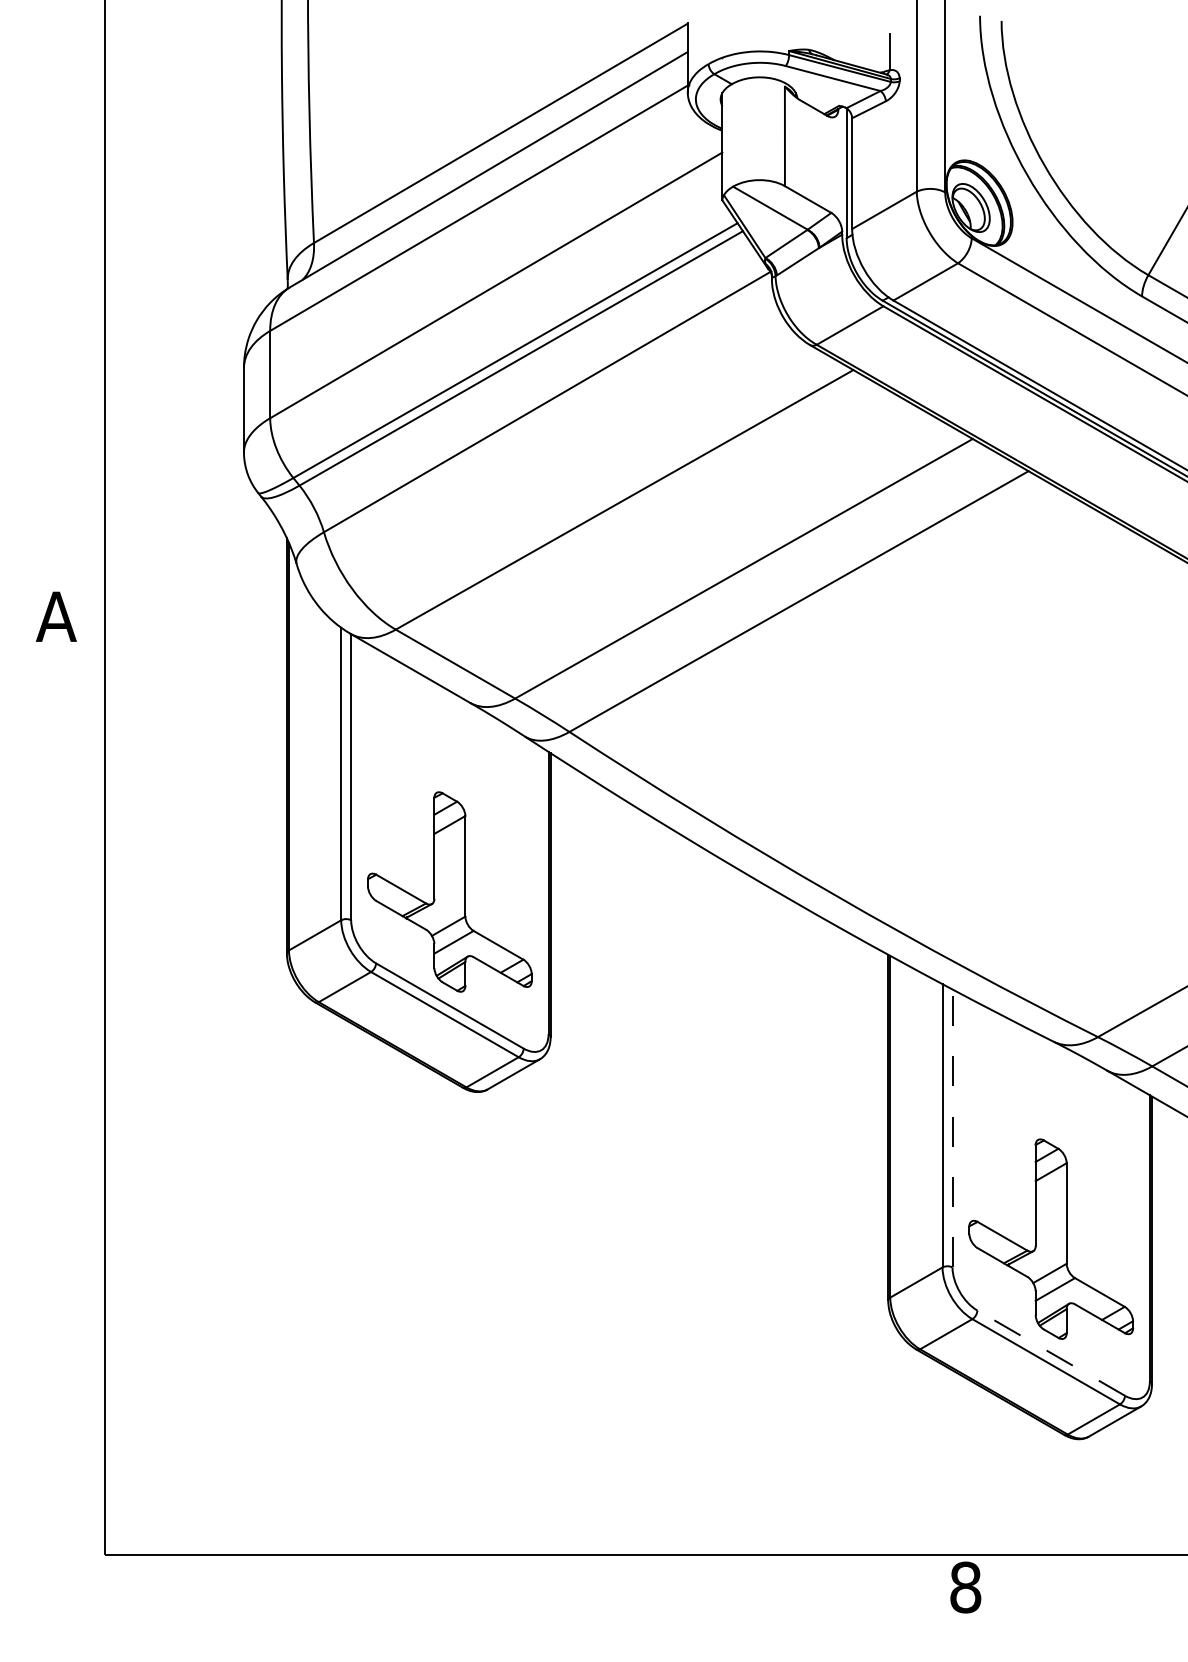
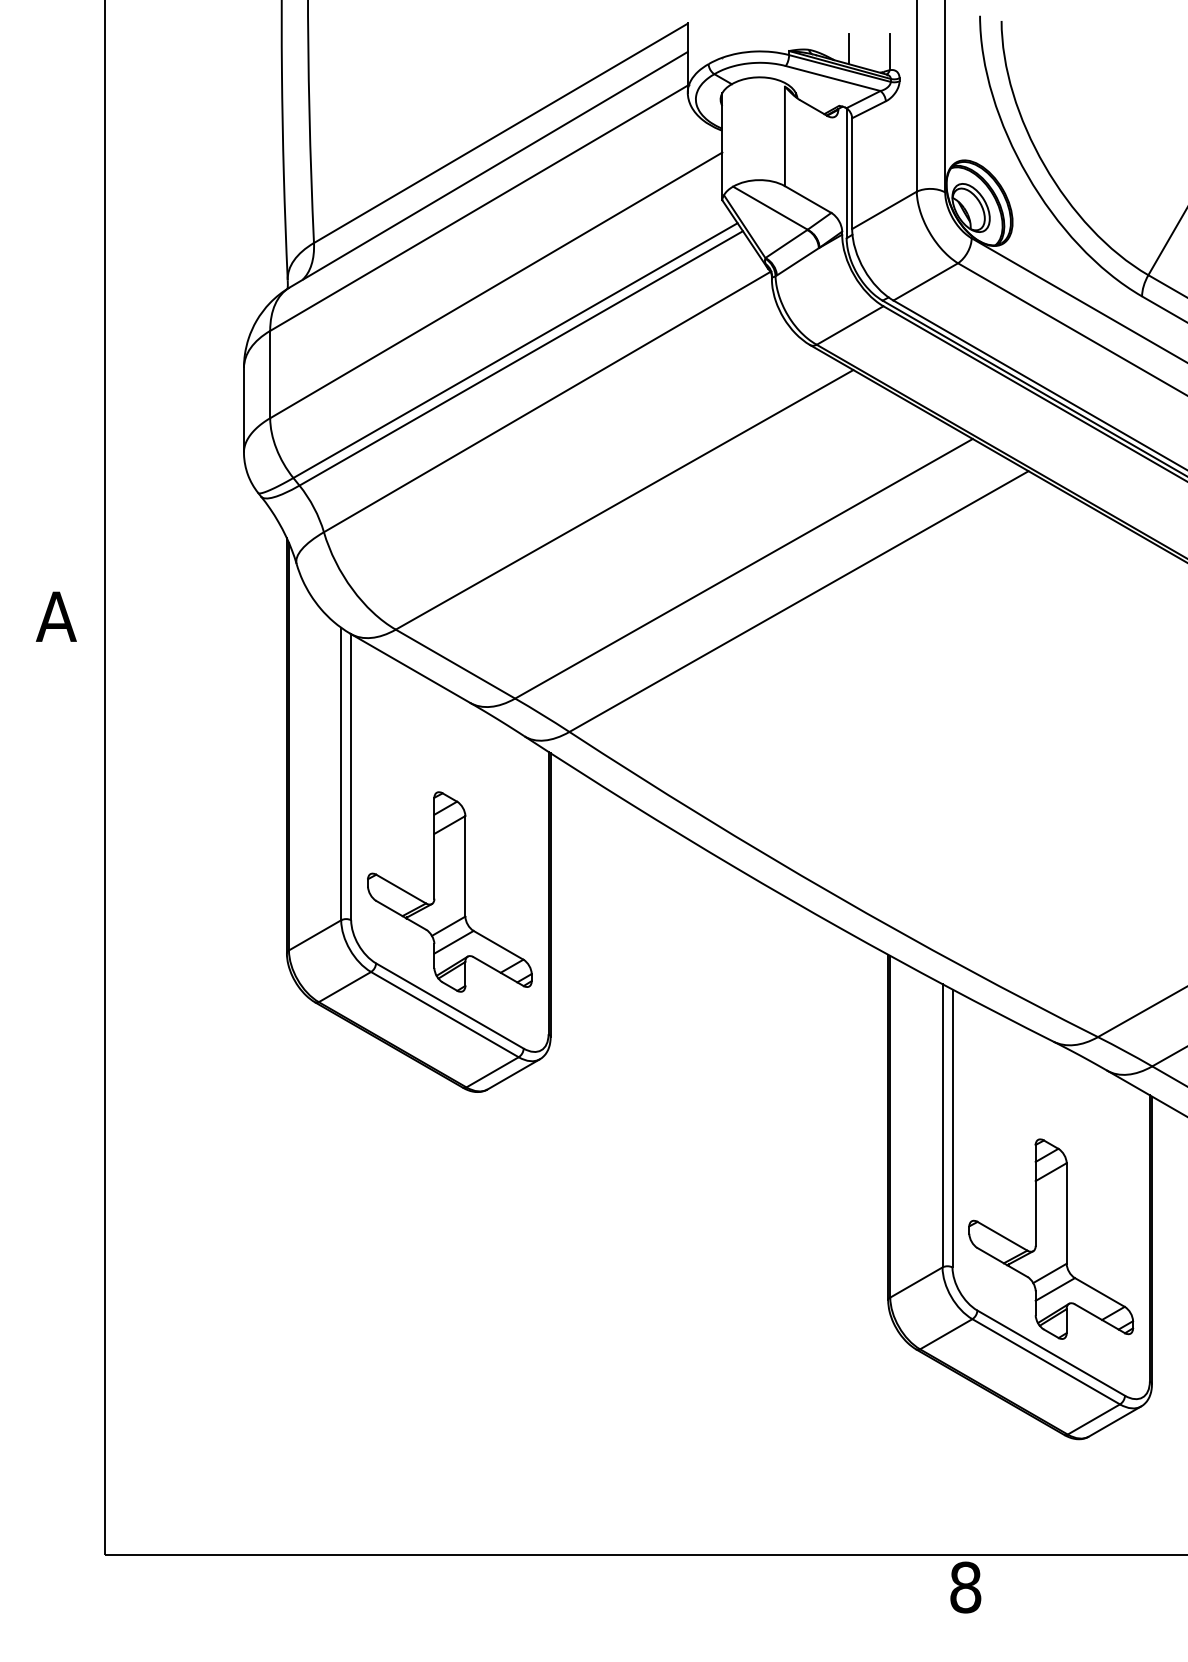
line at (848, 49): none -> present
line at (952, 1128): dashed -> solid
line at (1050, 1352): dashed -> solid
